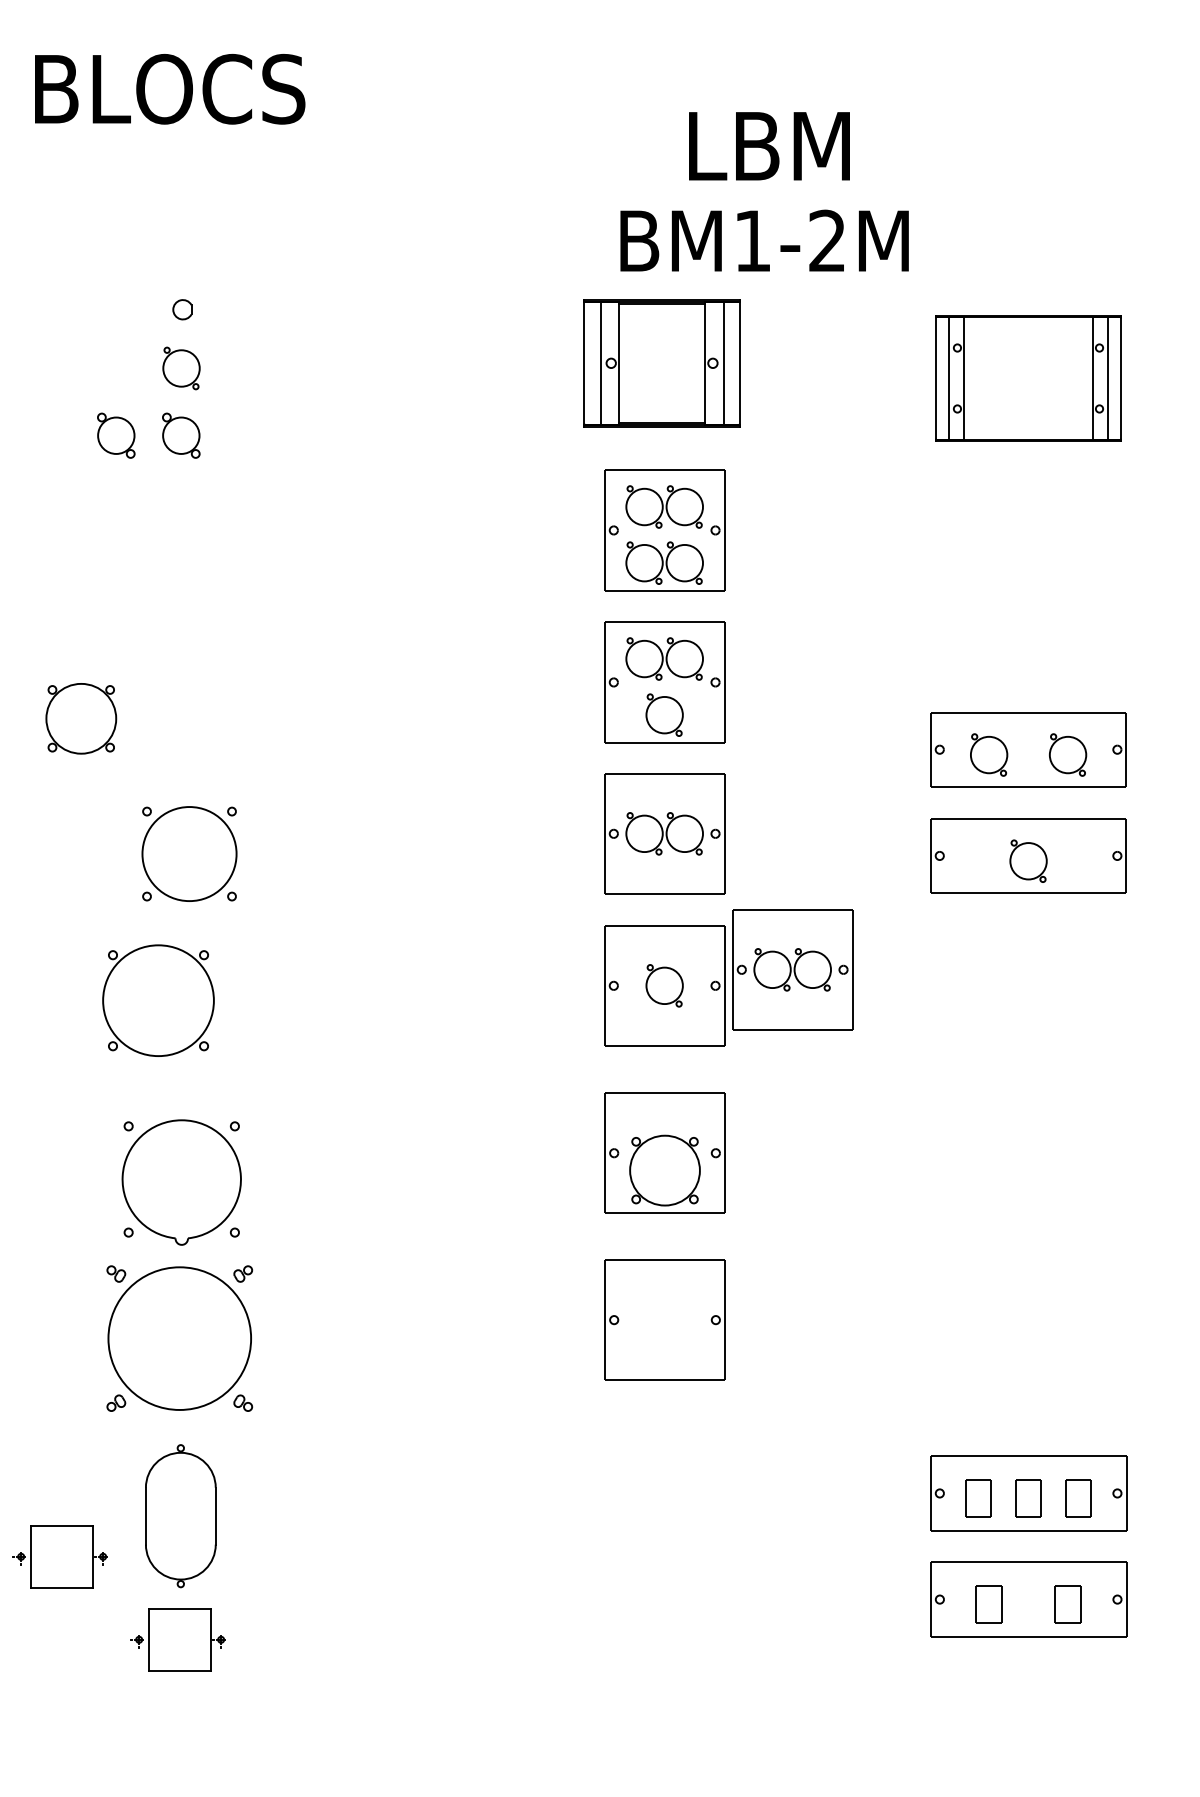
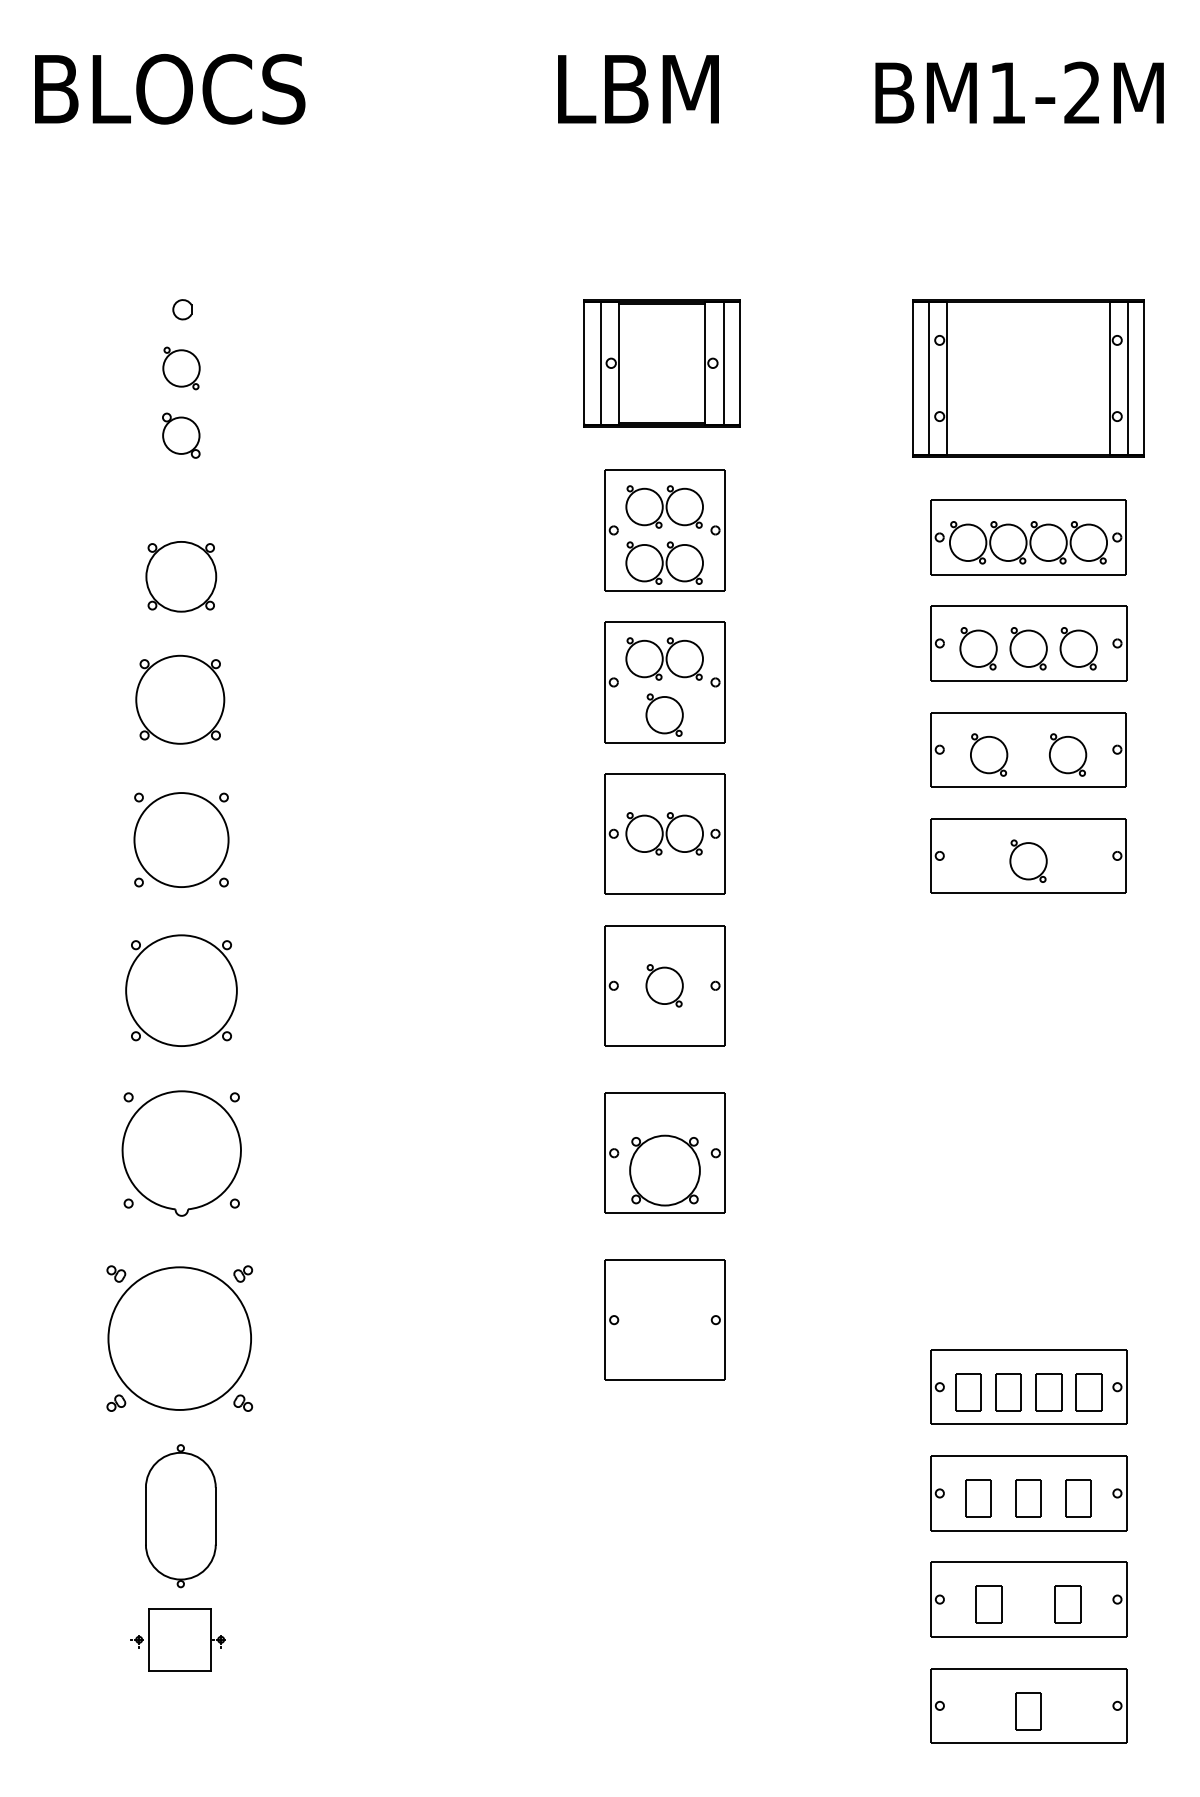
text at (769, 146) position: (769, 146) -> (638, 89)
text at (764, 240) position: (764, 240) -> (1019, 92)
part at (1028, 378) size: 187x127 px -> 233x159 px
part at (116, 435): present -> none
part at (1028, 537): none -> present
part at (1028, 643): none -> present
part at (180, 699): none -> present
part at (81, 718) position: (81, 718) -> (181, 576)
part at (189, 853) position: (189, 853) -> (181, 839)
part at (792, 969): present -> none
part at (158, 1000) position: (158, 1000) -> (181, 990)
part at (181, 1182) position: (181, 1182) -> (181, 1153)
part at (1028, 1386): none -> present
part at (59, 1556): present -> none
part at (1028, 1705): none -> present
